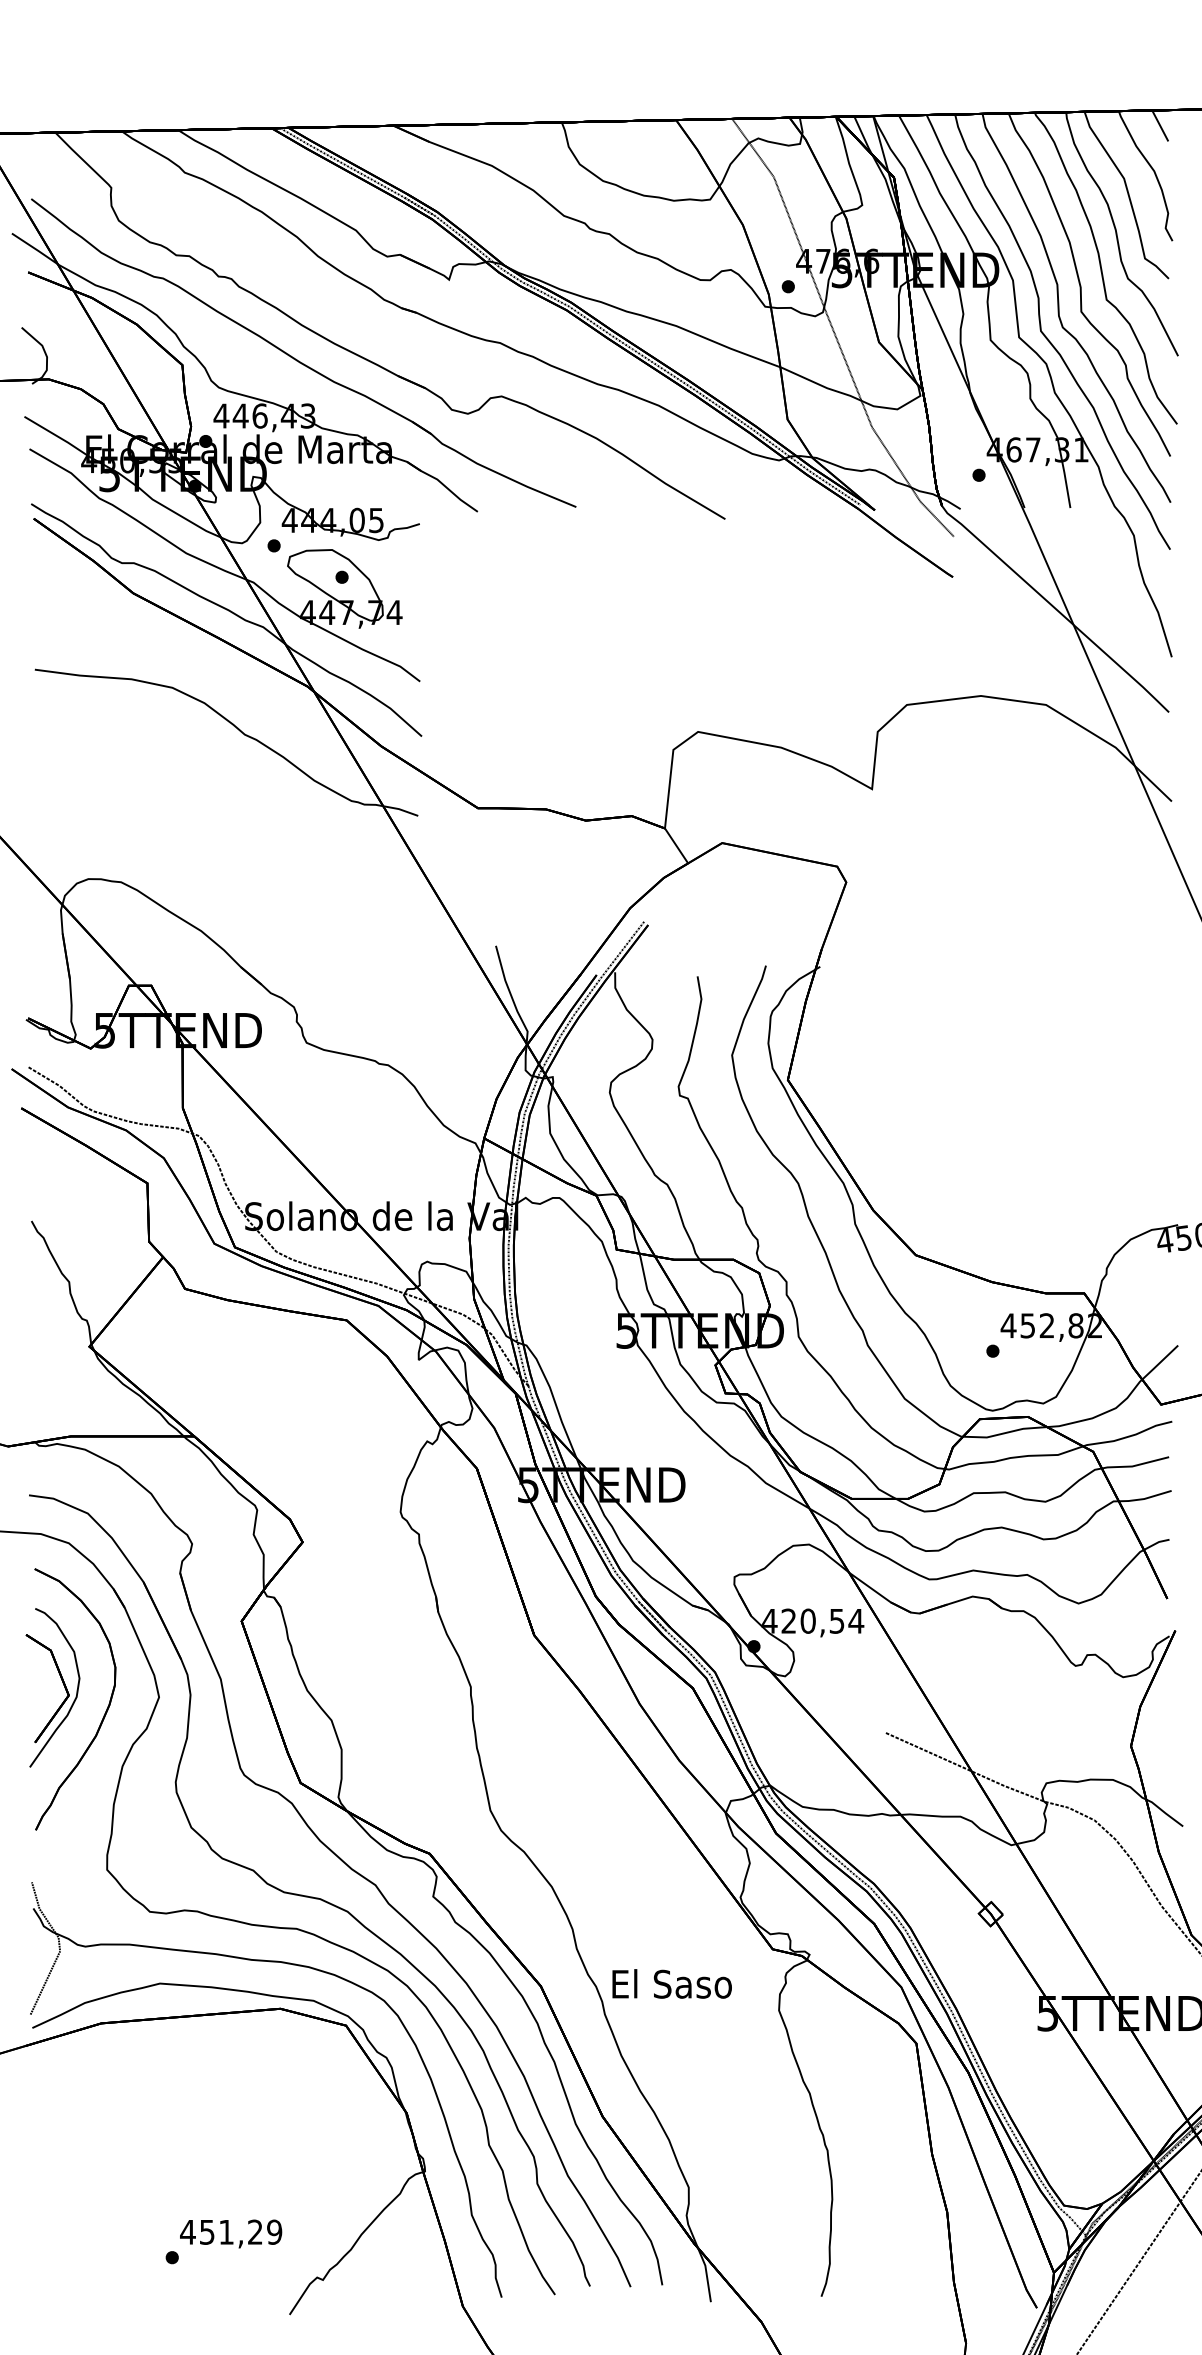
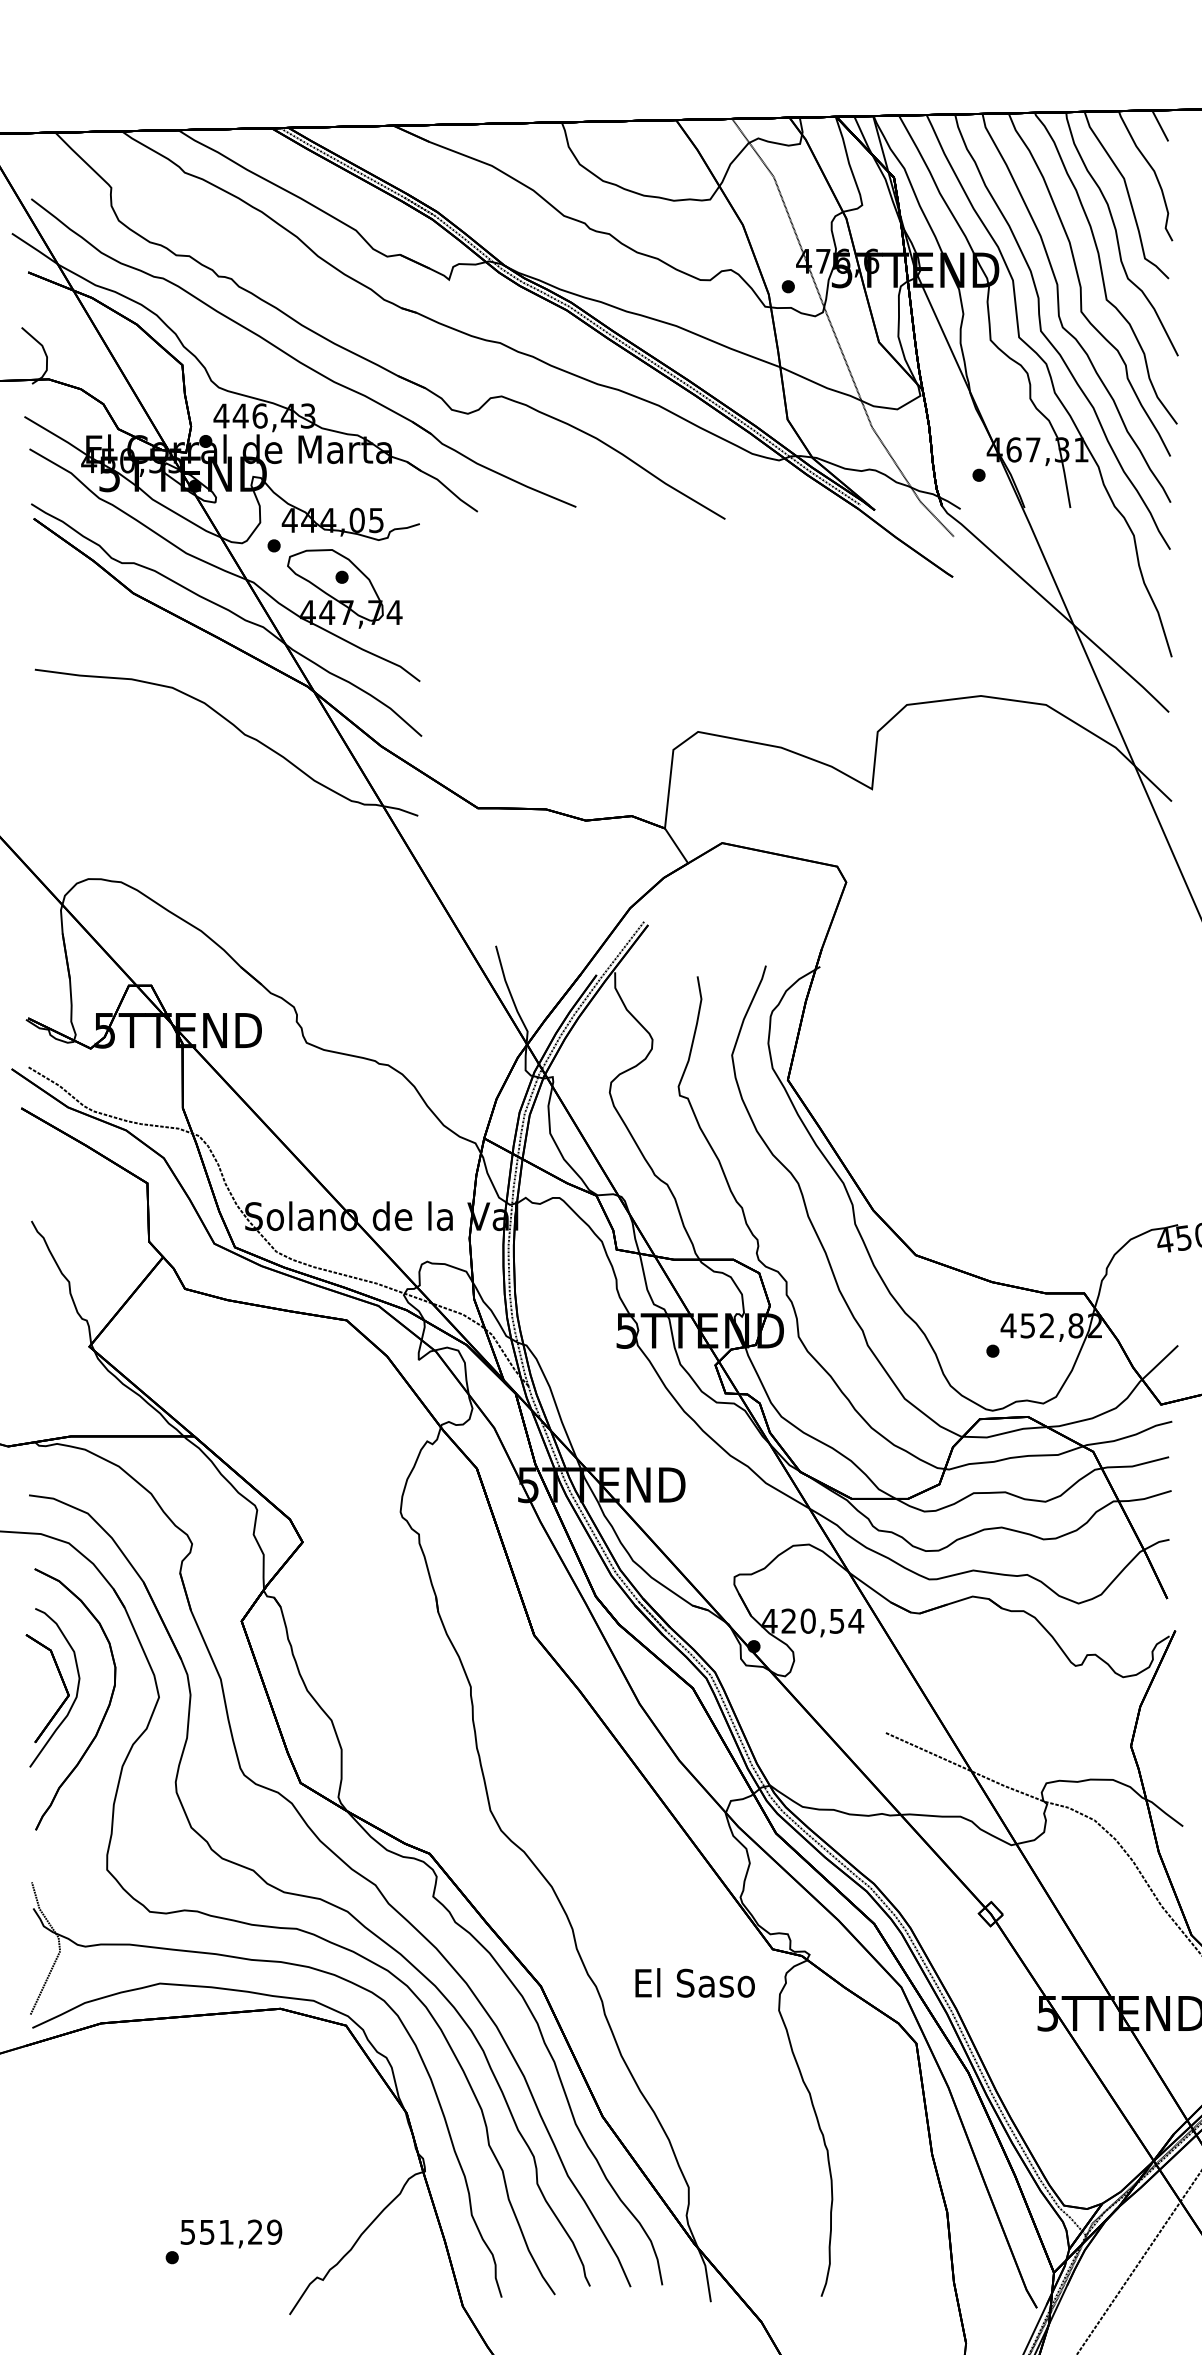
text at (671, 1983) position: (671, 1983) -> (694, 1982)
text at (187, 2232): 451,29 -> 551,29
